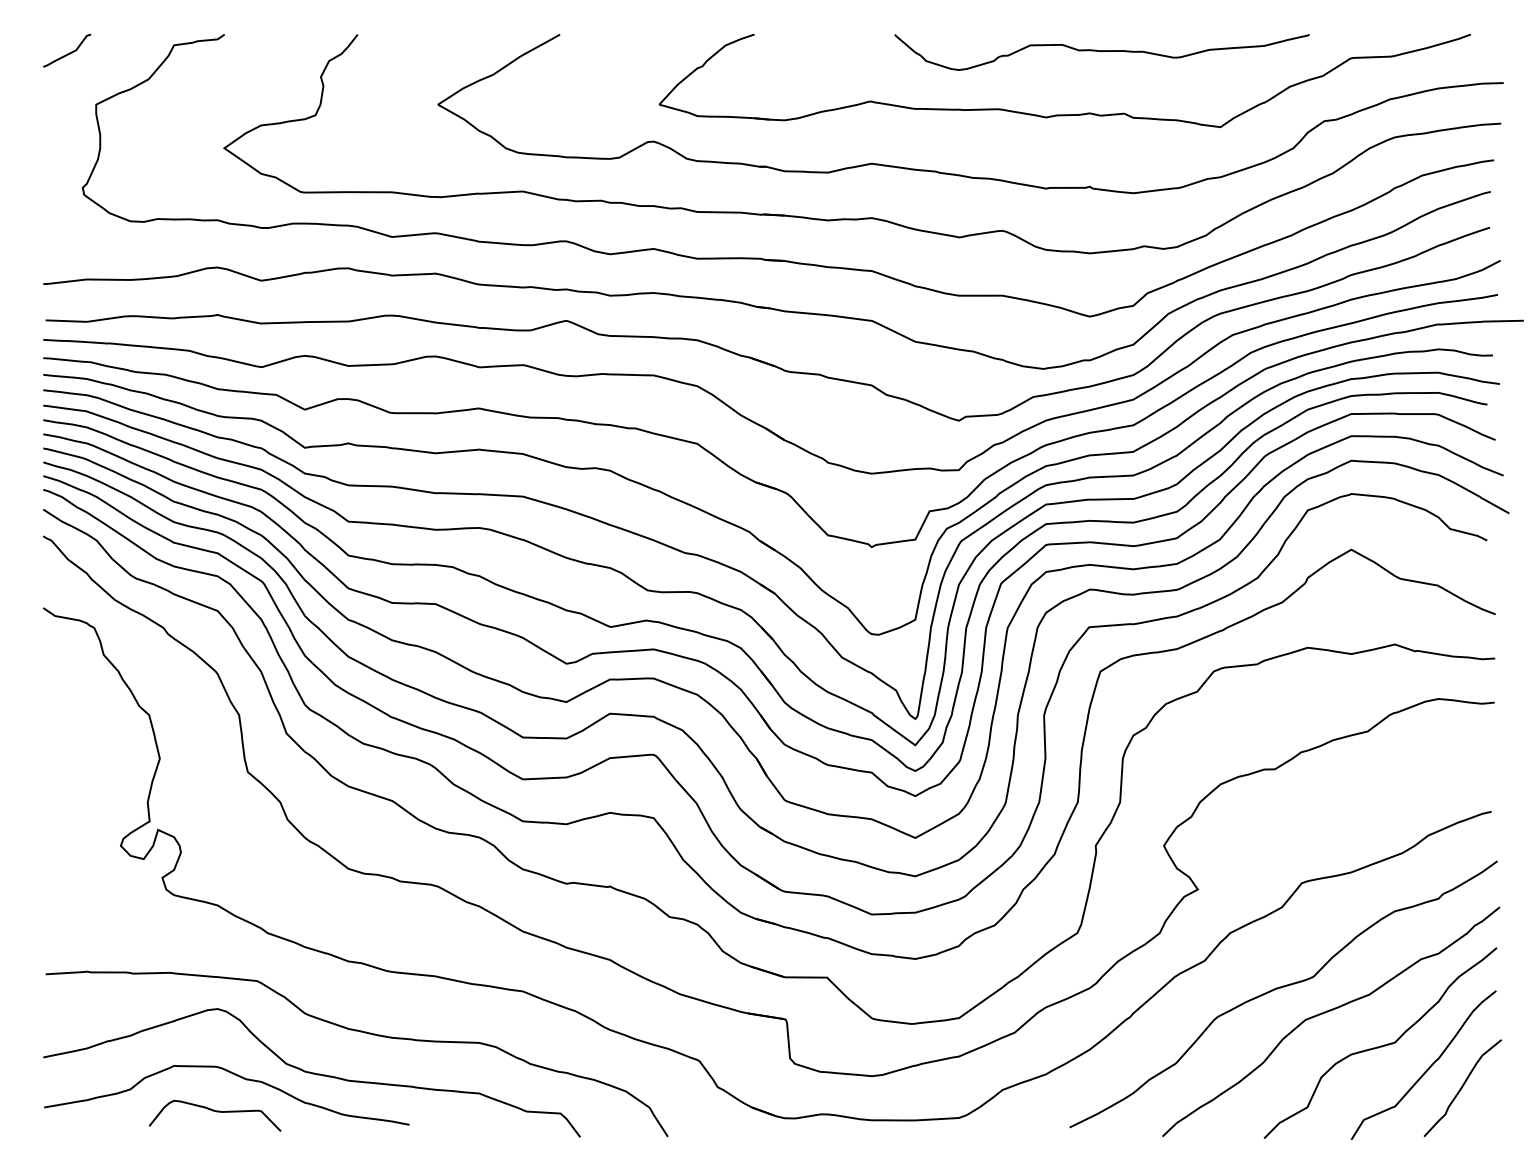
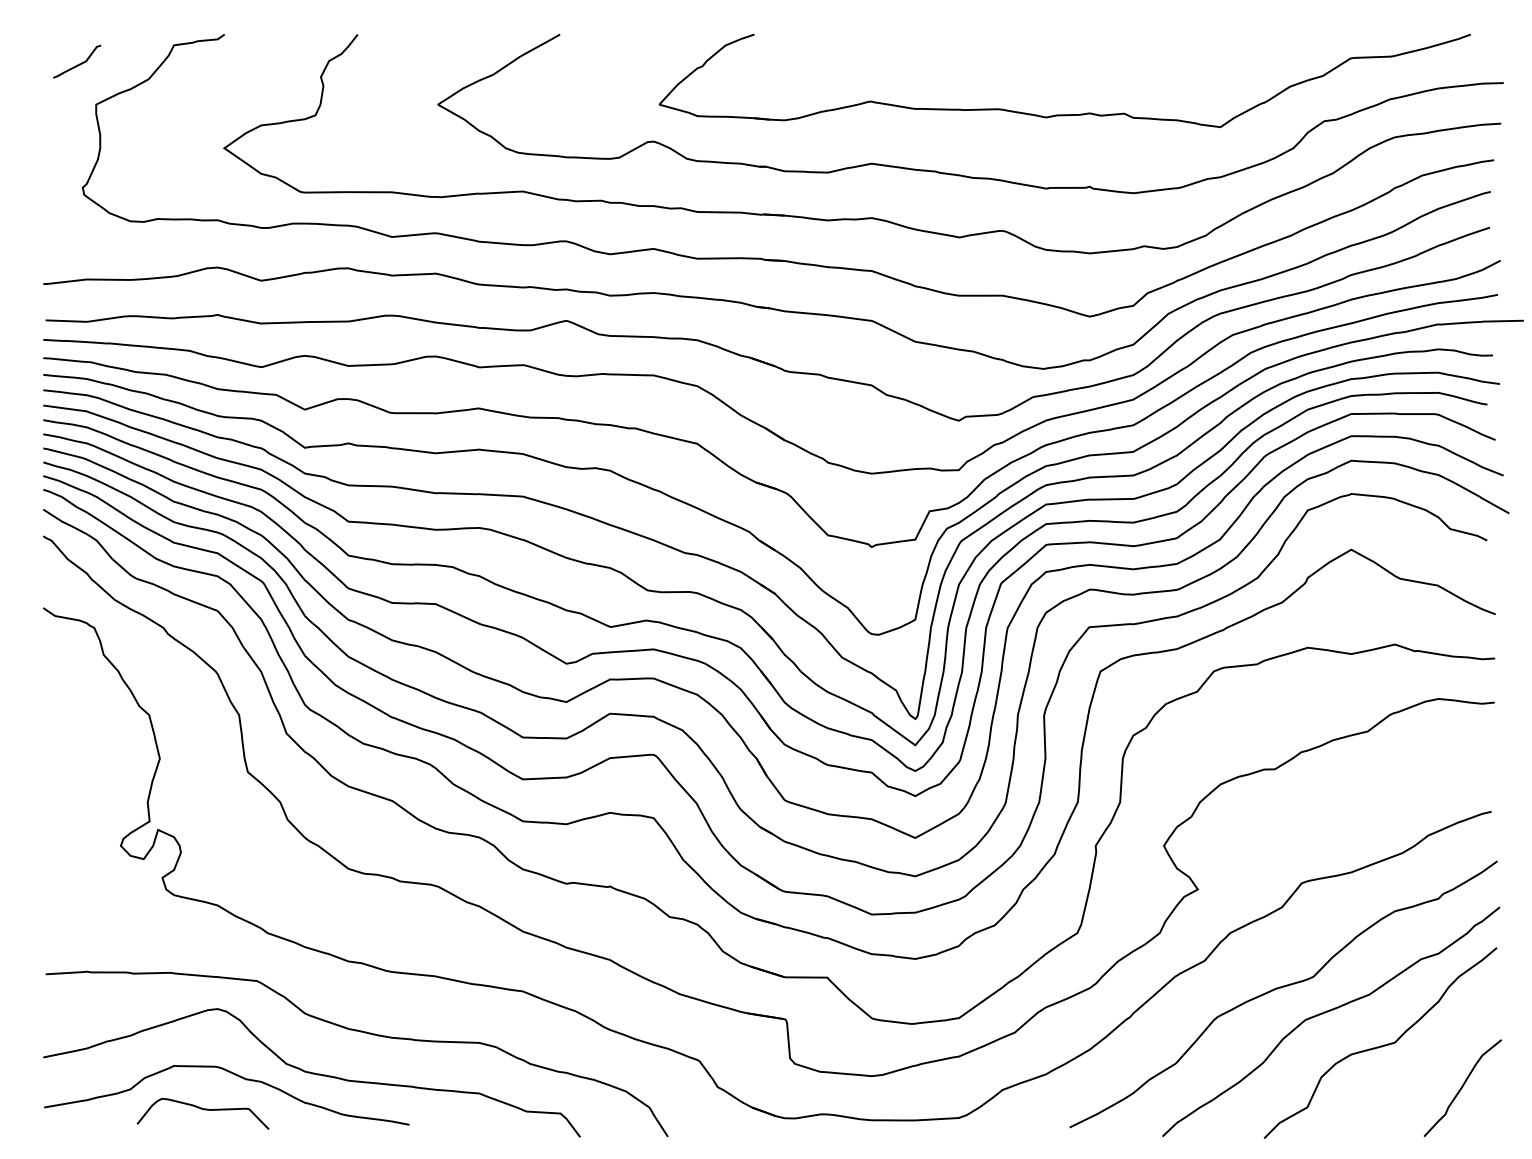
curve at (1101, 51): present -> none
curve at (69, 52) position: (69, 52) -> (79, 63)
curve at (1427, 1068): present -> none
curve at (216, 1112) position: (216, 1112) -> (204, 1110)
